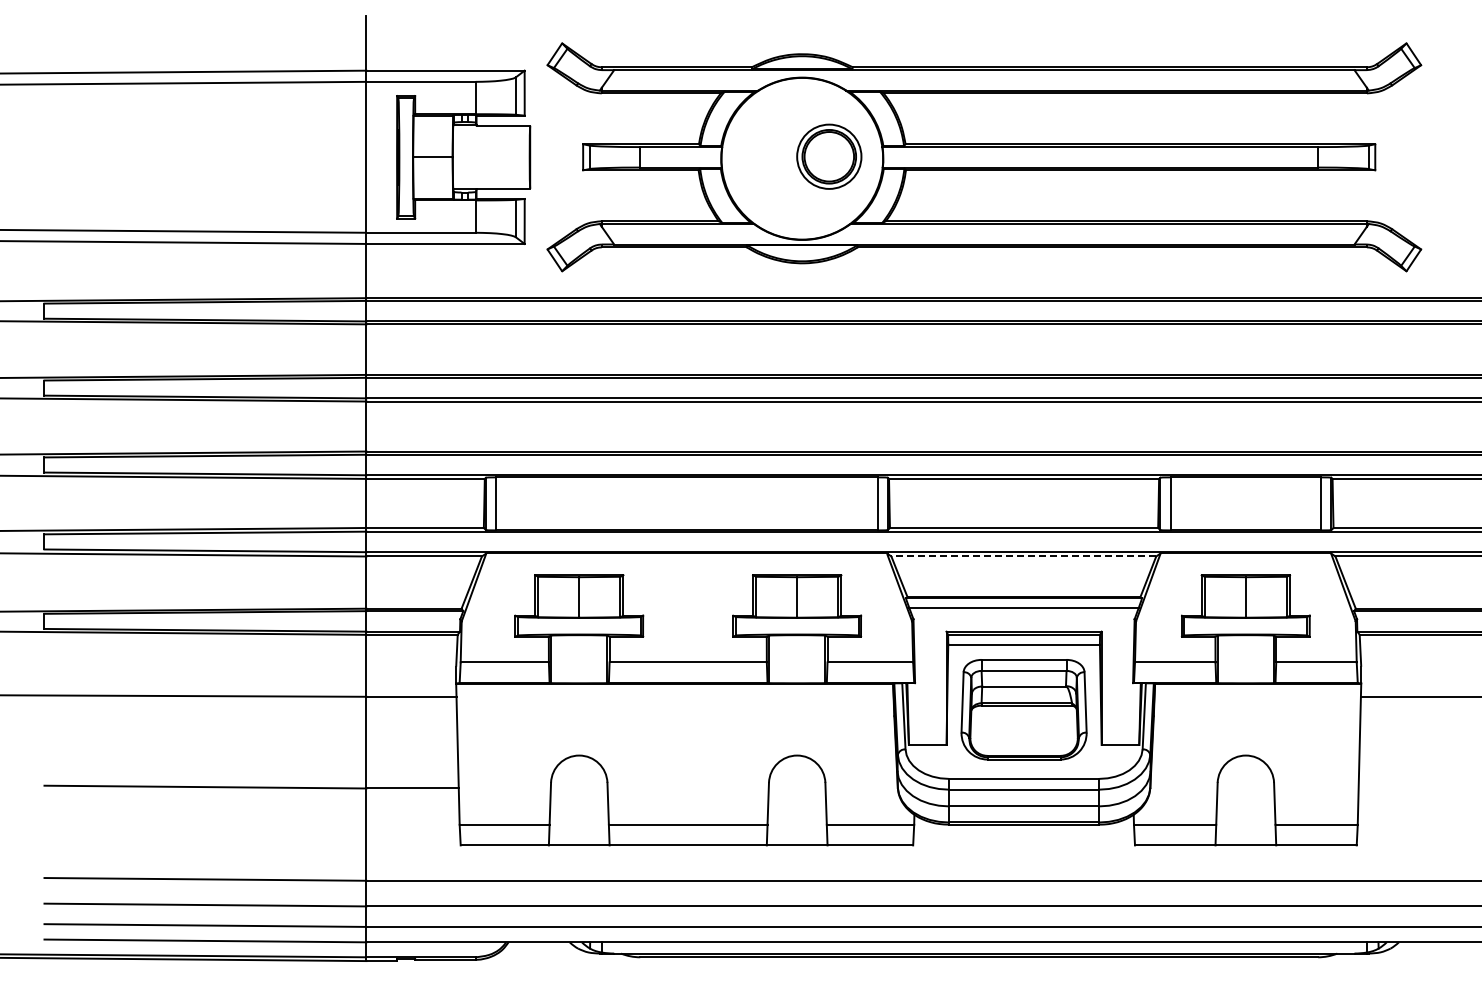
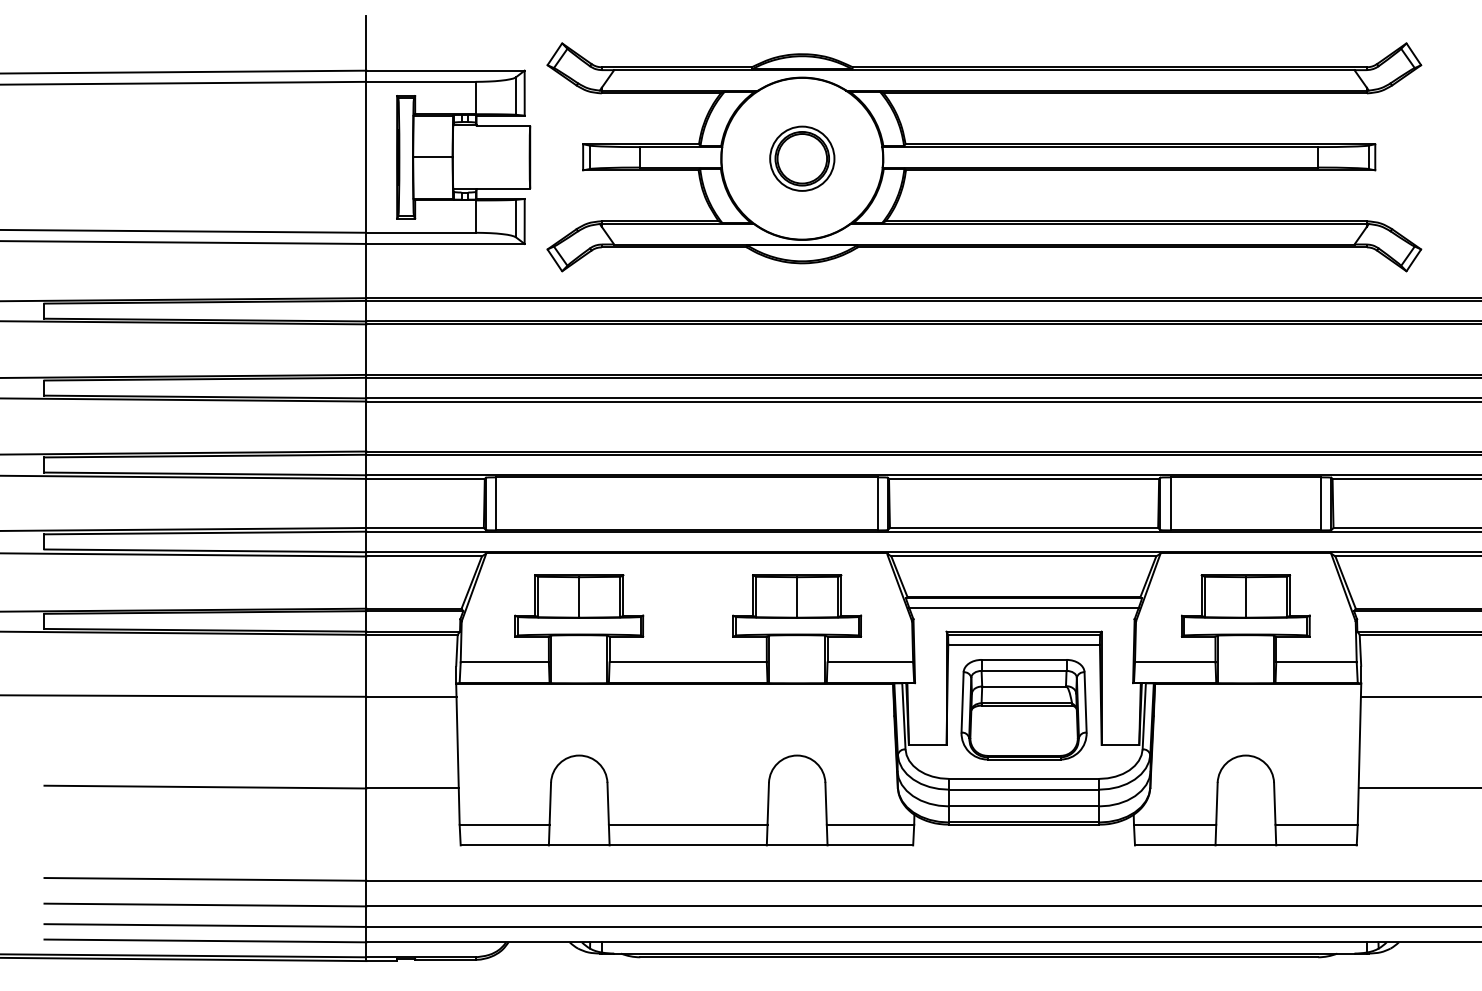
part at (829, 156) position: (829, 156) -> (802, 158)
line at (1023, 556): dashed -> solid
line at (1418, 788): none -> present
